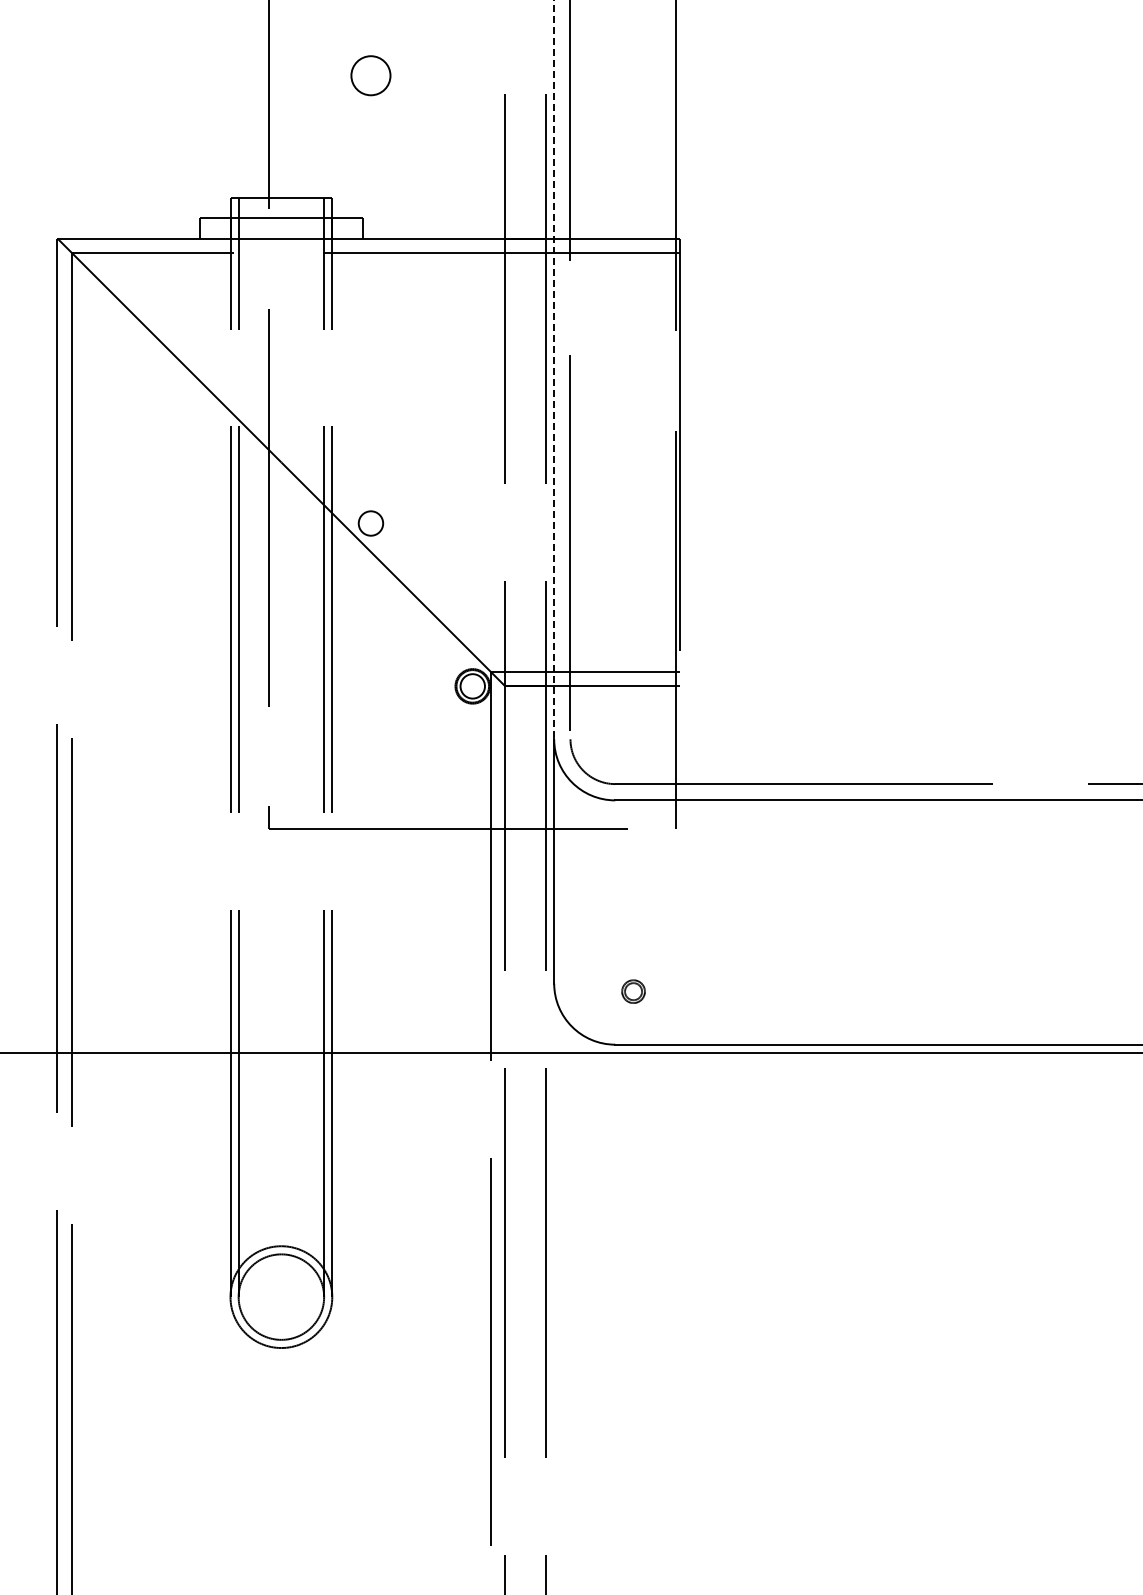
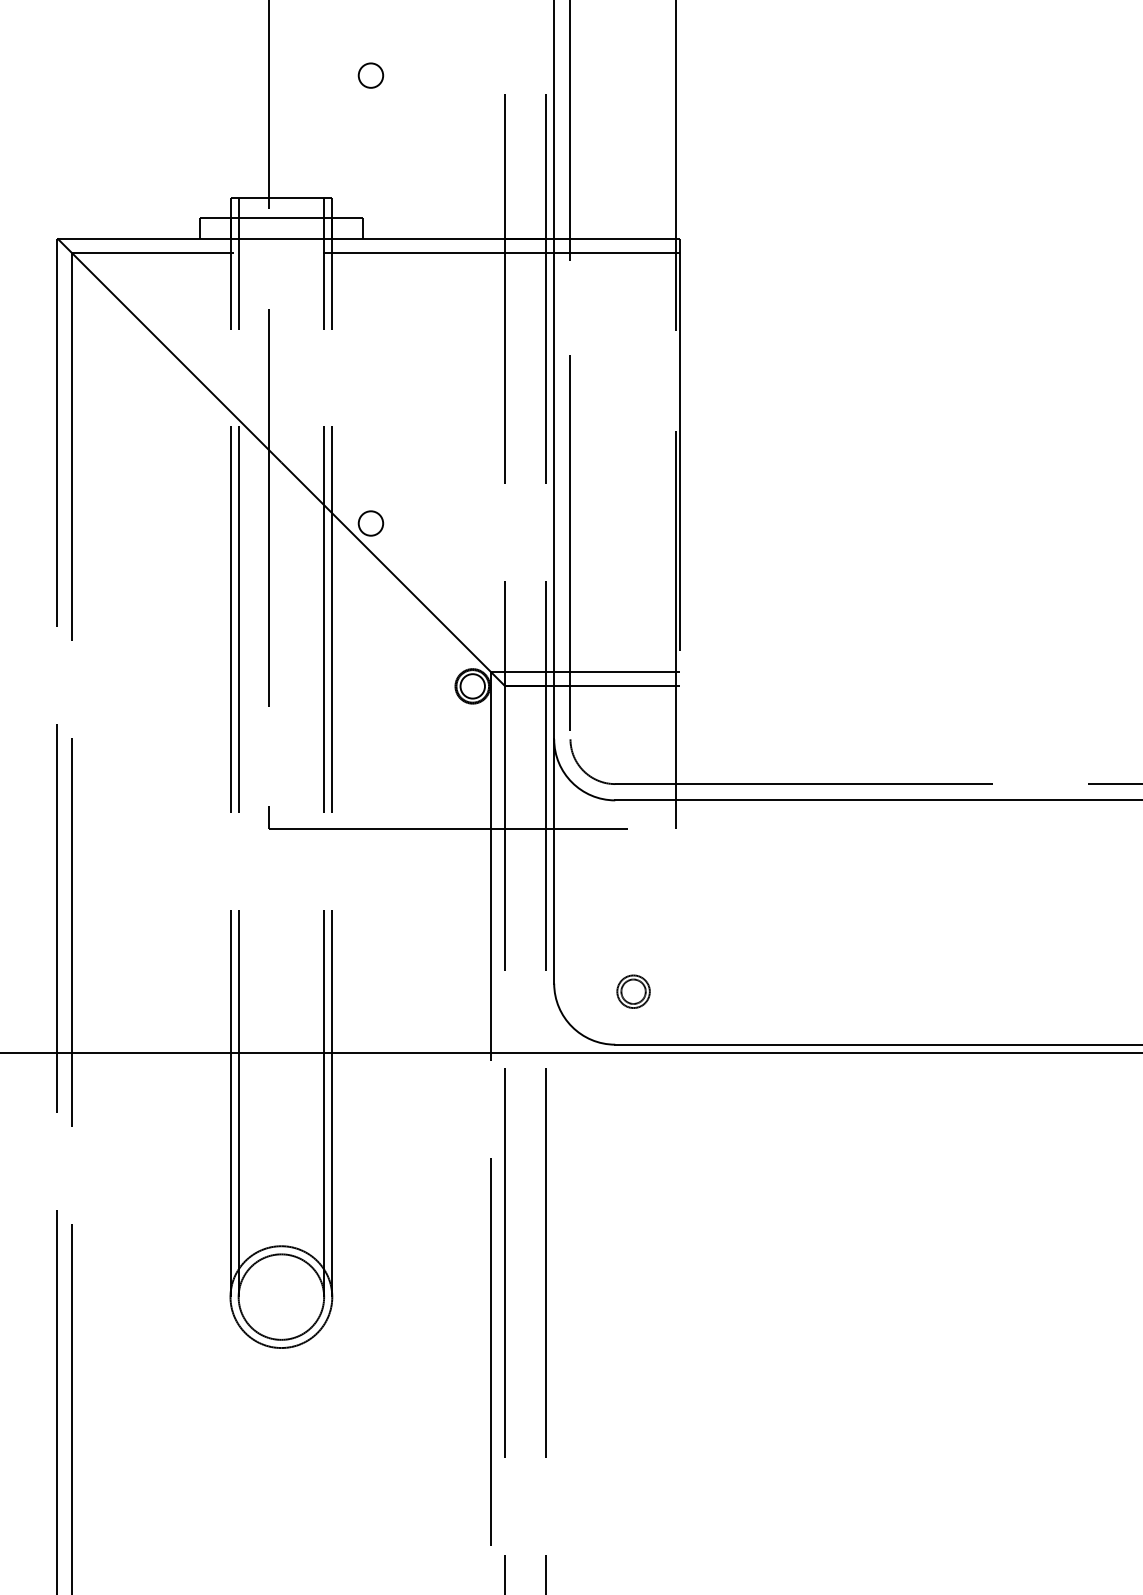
circle at (370, 75) size: 42x42 px -> 28x27 px
line at (554, 369): dashed -> solid
part at (633, 991) size: 25x25 px -> 35x35 px
